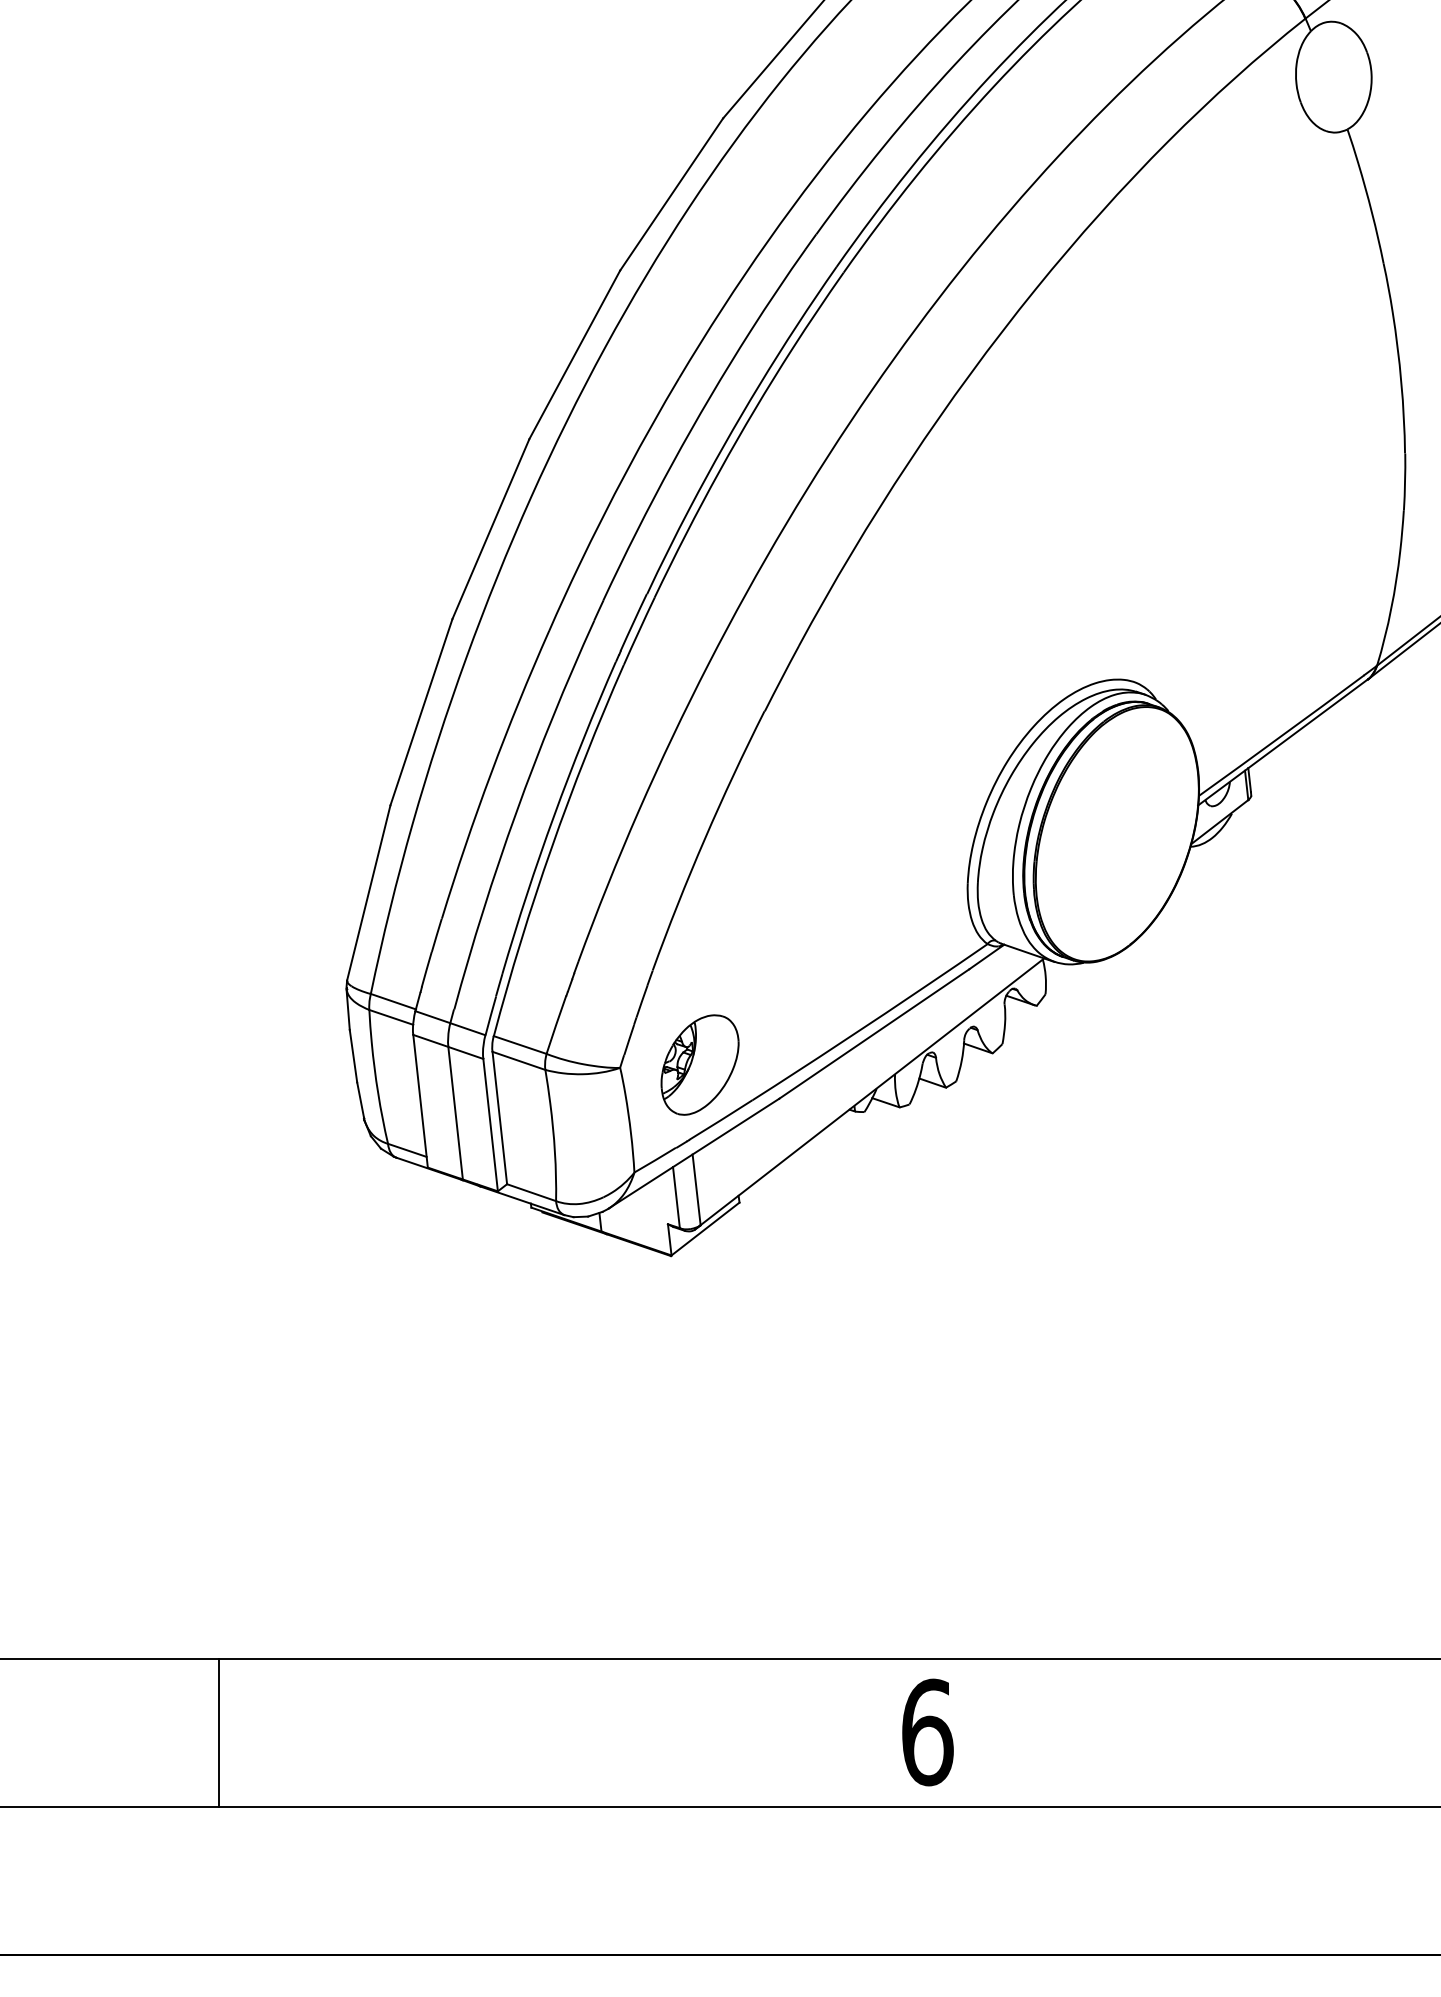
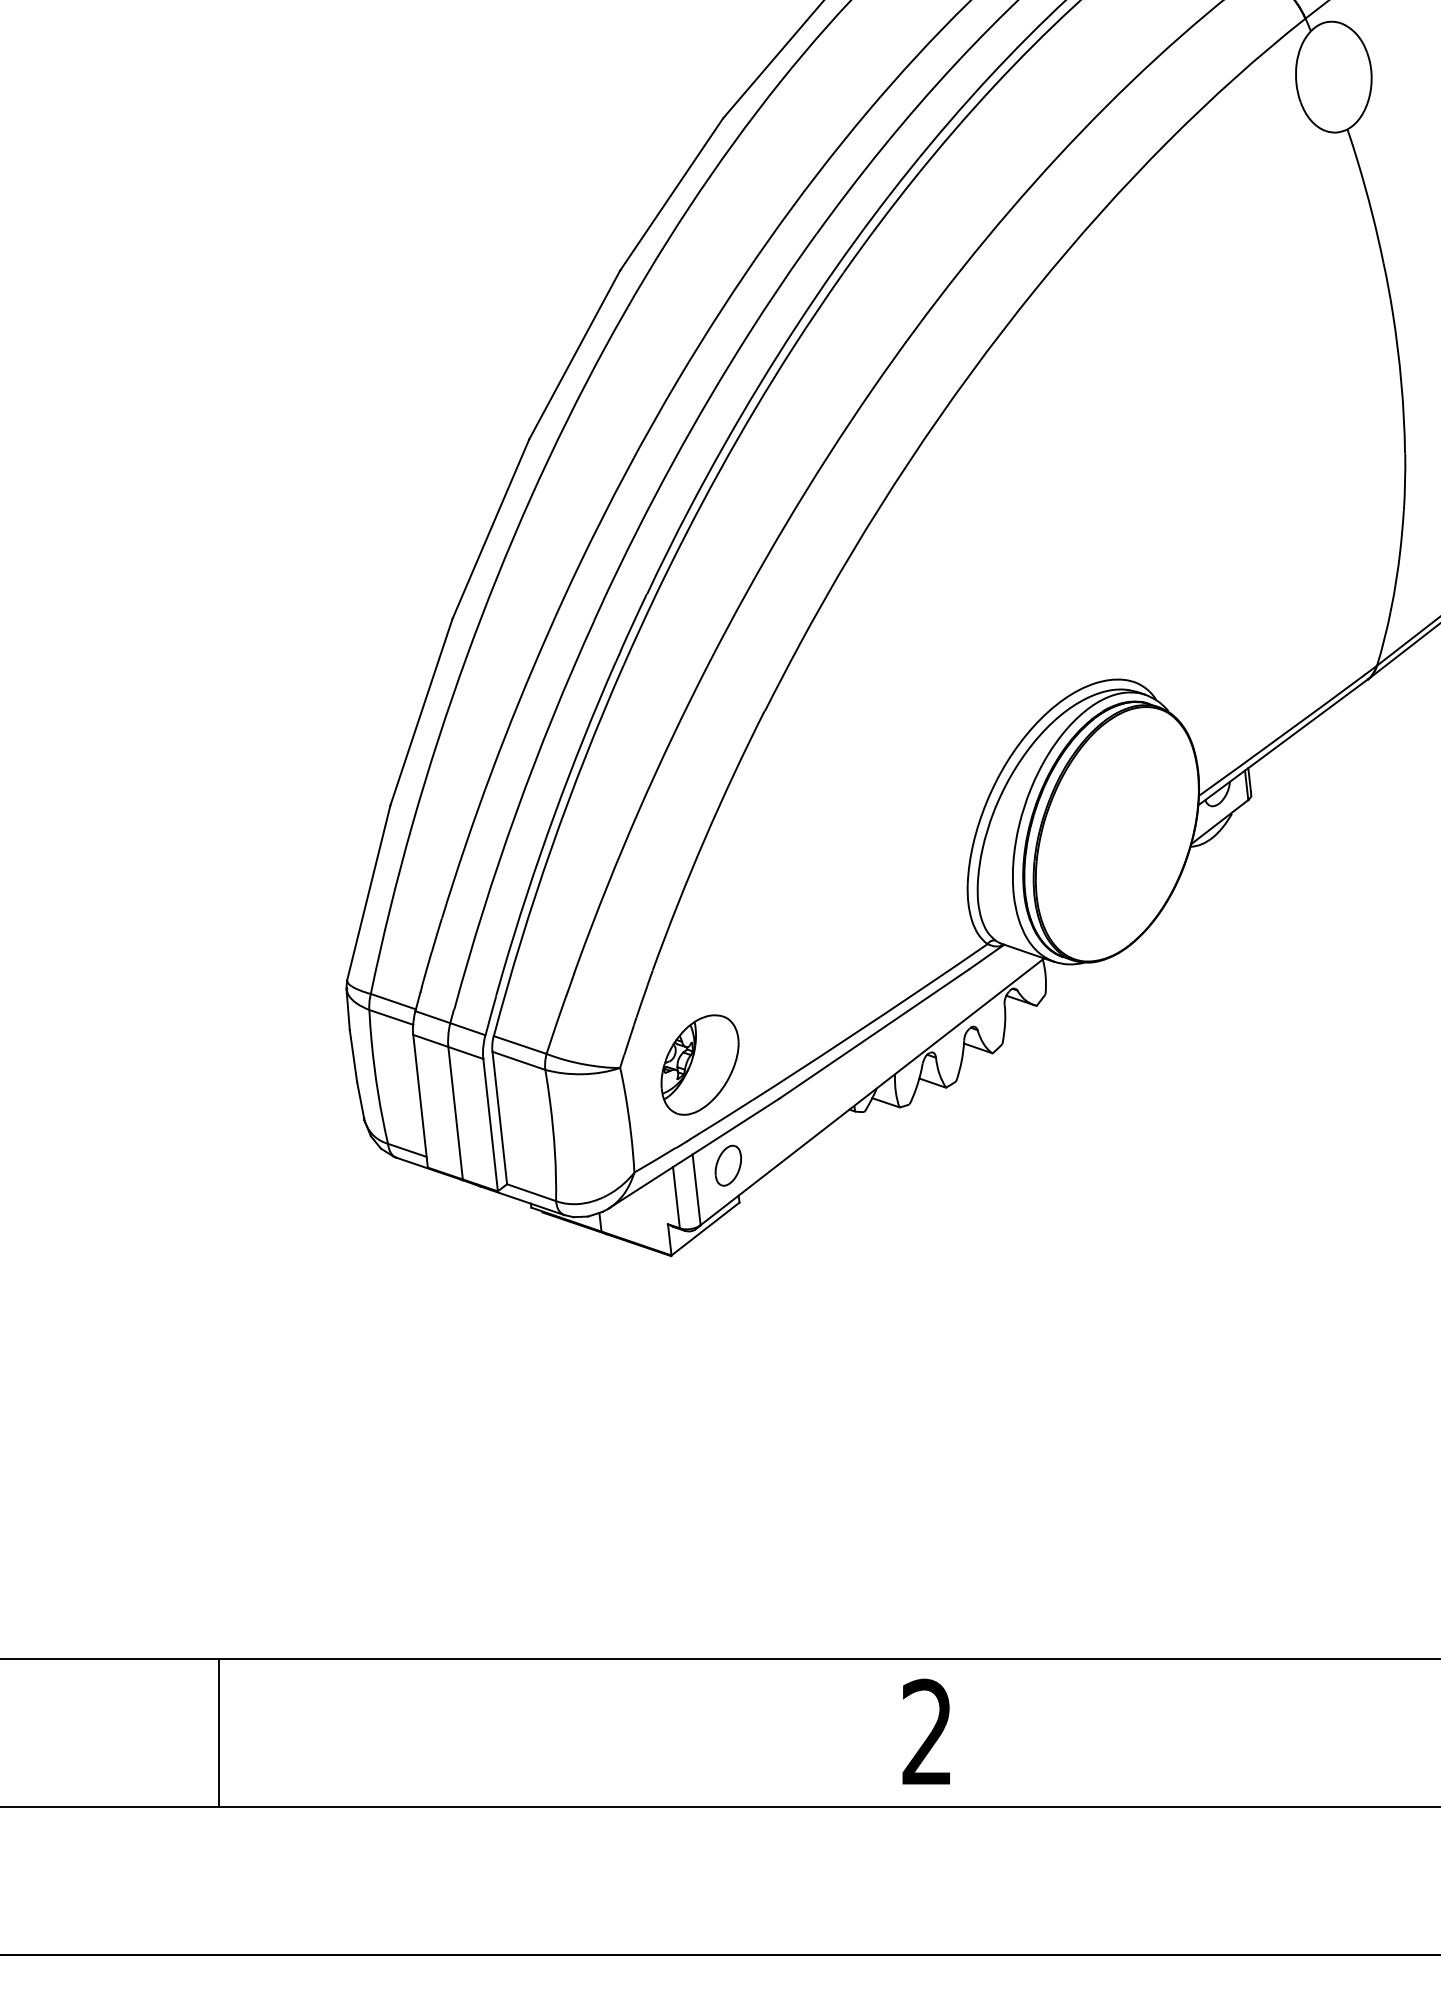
part at (728, 1165): none -> present
text at (927, 1732): 6 -> 2
